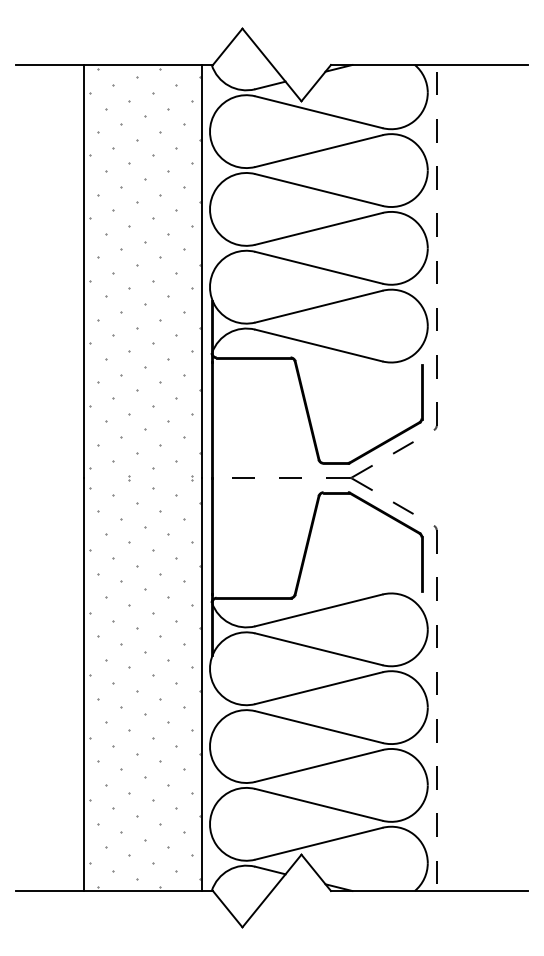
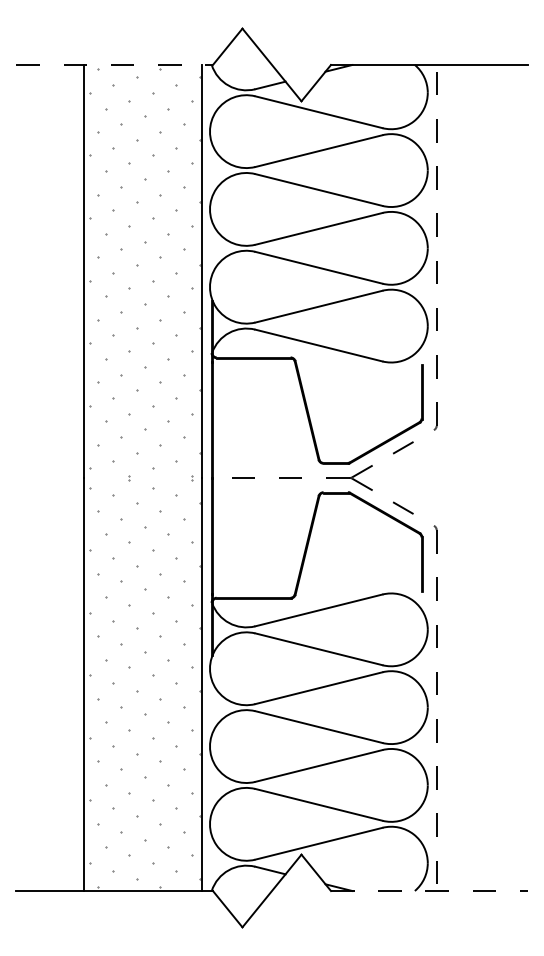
line at (115, 64): solid -> dashed
line at (429, 891): solid -> dashed
